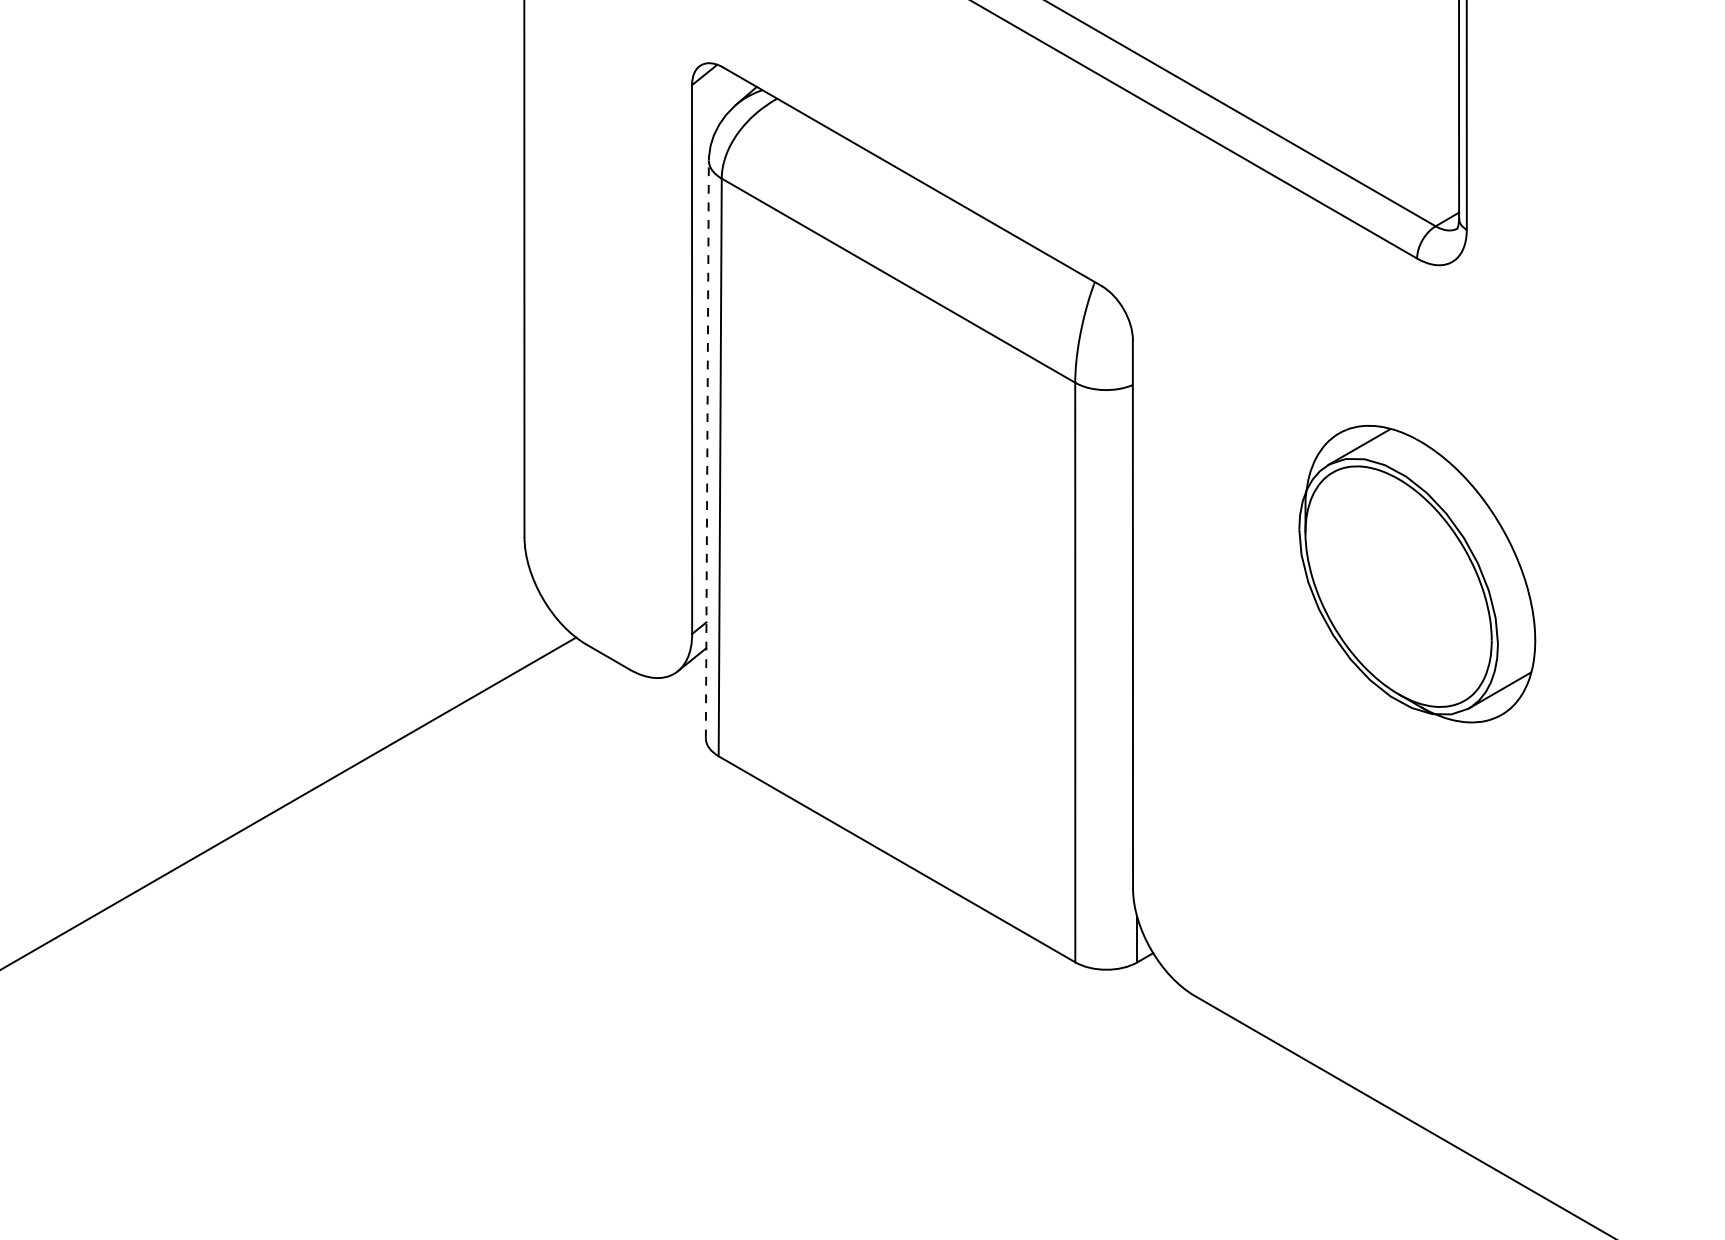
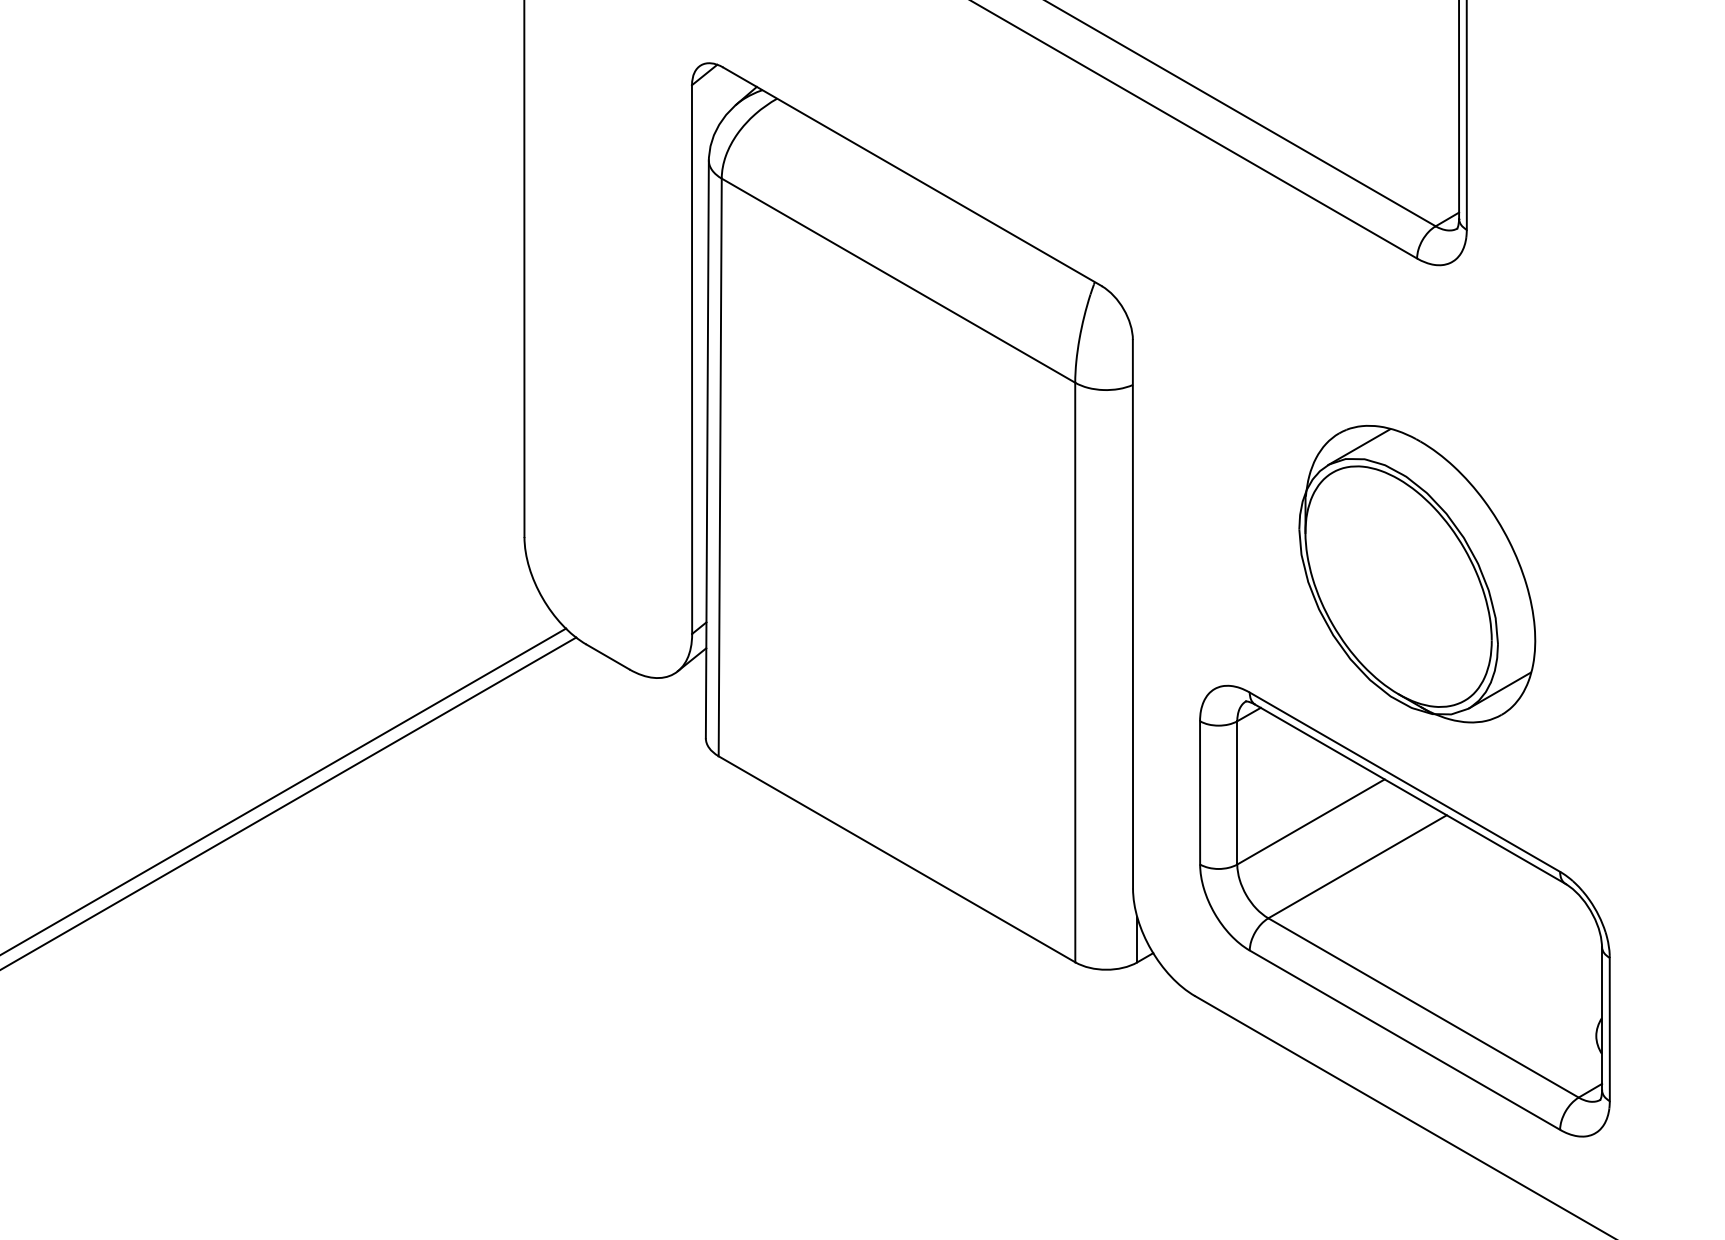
line at (707, 449): dashed -> solid
line at (284, 791): none -> present
part at (1404, 910): none -> present
